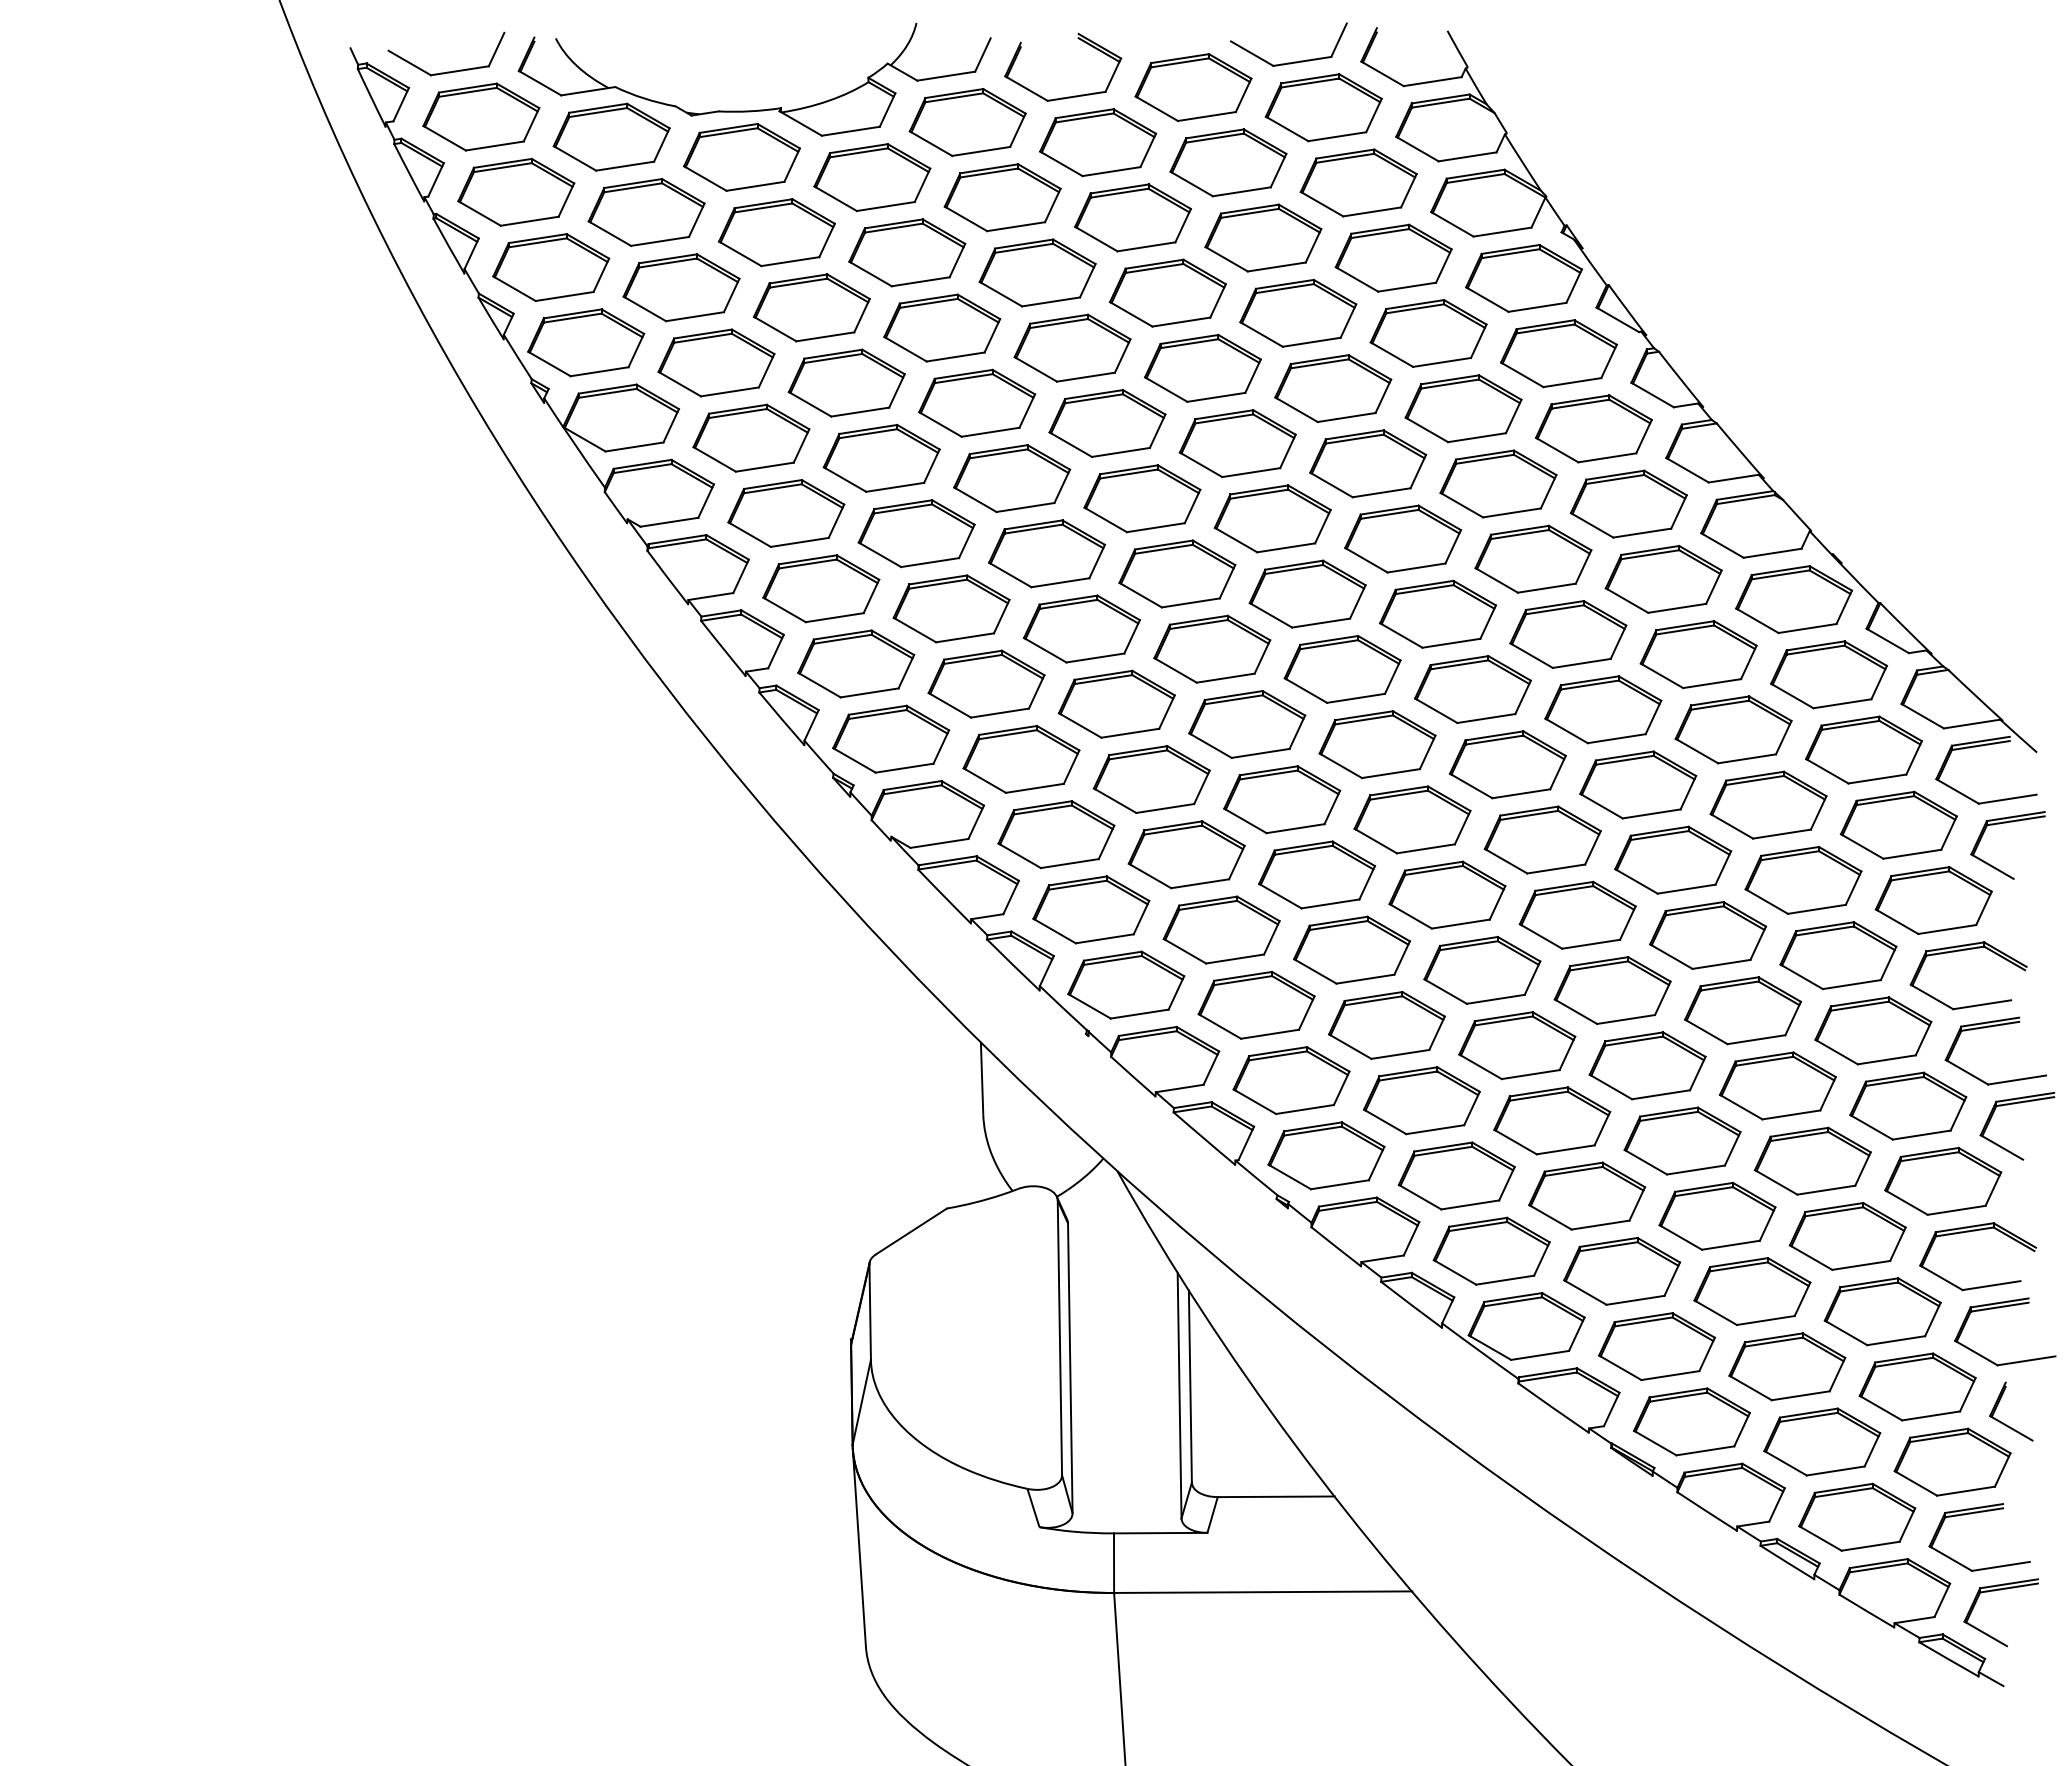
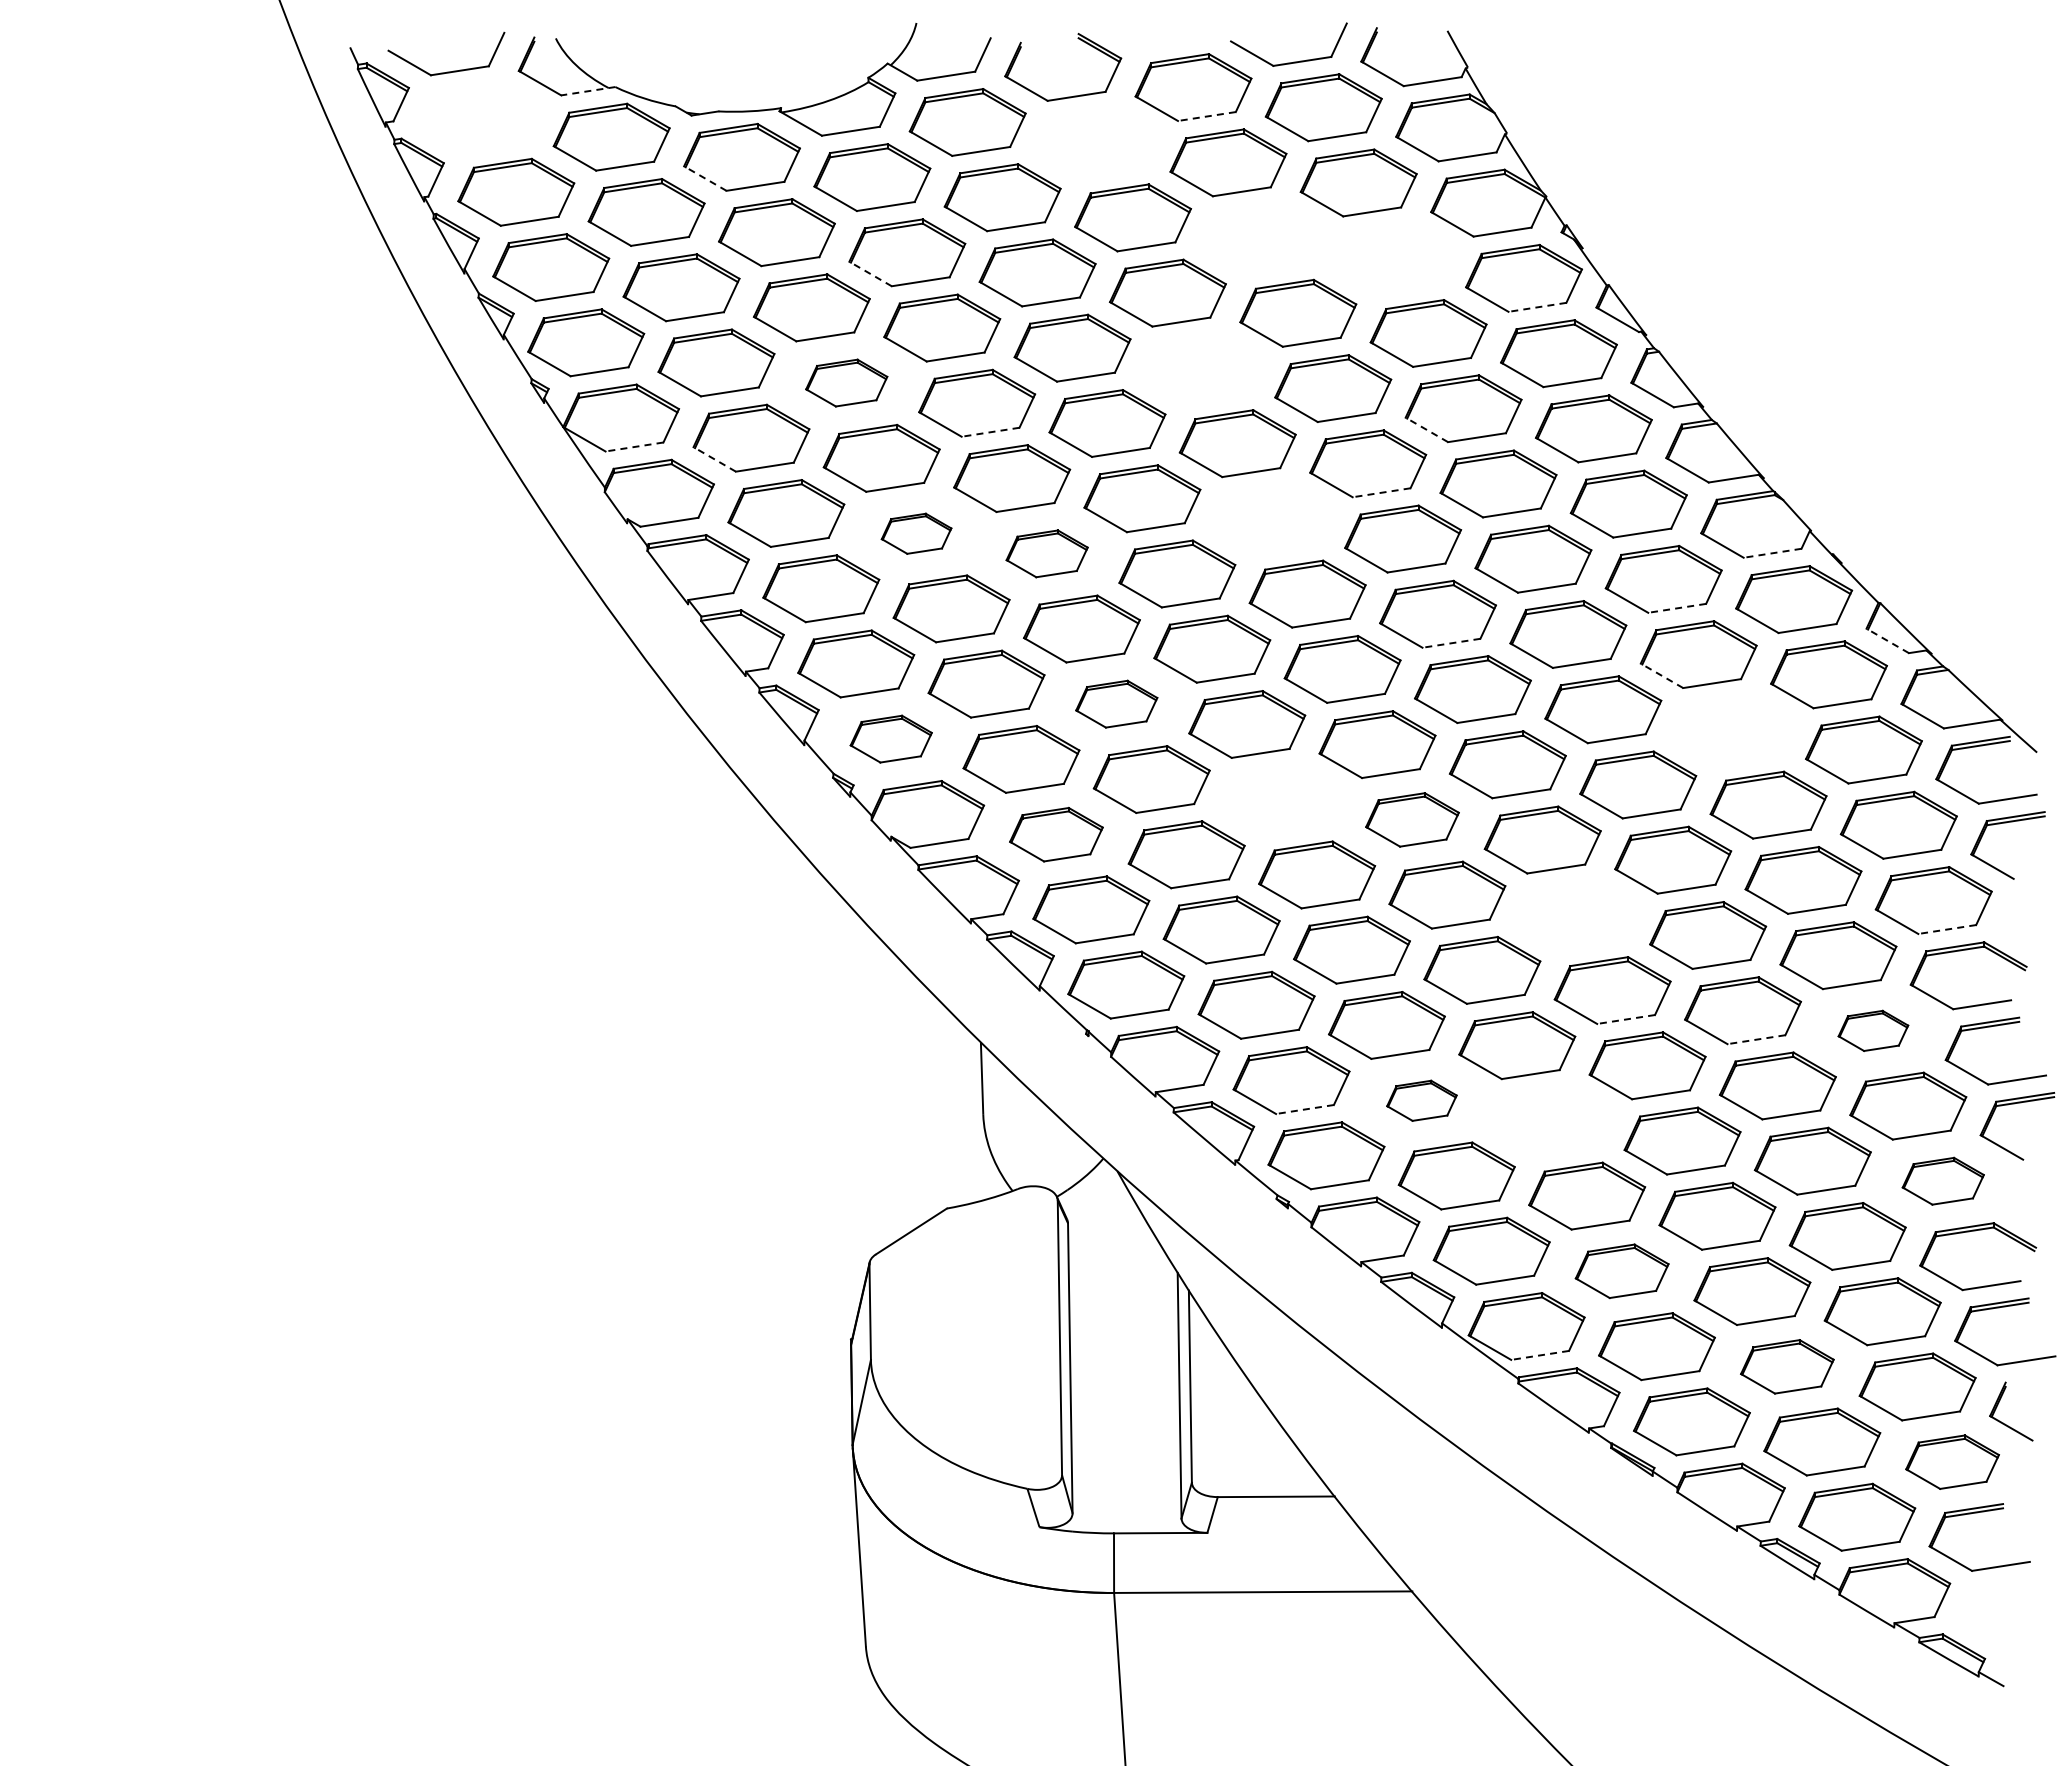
line at (587, 91): solid -> dashed
part at (481, 116): present -> none
line at (1206, 116): solid -> dashed
part at (1098, 142): present -> none
line at (704, 178): solid -> dashed
part at (1263, 237): present -> none
part at (1393, 257): present -> none
line at (870, 273): solid -> dashed
line at (1536, 307): solid -> dashed
part at (1202, 367): present -> none
part at (846, 382) size: 119x70 px -> 84x50 px
line at (1426, 429): solid -> dashed
line at (990, 432): solid -> dashed
line at (634, 447): solid -> dashed
line at (714, 459): solid -> dashed
line at (1381, 492): solid -> dashed
part at (1272, 518): present -> none
part at (916, 533) size: 119x70 px -> 73x43 px
part at (1047, 553) size: 119x70 px -> 84x50 px
line at (1772, 553): solid -> dashed
line at (1676, 608): solid -> dashed
line at (1887, 640): solid -> dashed
line at (1450, 643): solid -> dashed
line at (1661, 675): solid -> dashed
part at (1116, 703) size: 119x70 px -> 84x50 px
part at (1733, 729): present -> none
part at (891, 738) size: 119x70 px -> 84x50 px
part at (1282, 799): present -> none
part at (1412, 819) size: 119x70 px -> 95x56 px
part at (1056, 834) size: 119x70 px -> 95x57 px
part at (1577, 914): present -> none
line at (1946, 929): solid -> dashed
line at (1625, 1019): solid -> dashed
part at (1873, 1030) size: 119x70 px -> 73x43 px
line at (1755, 1039): solid -> dashed
part at (1421, 1100) size: 118x70 px -> 72x43 px
line at (1304, 1109): solid -> dashed
part at (1552, 1120): present -> none
part at (1943, 1180) size: 119x70 px -> 84x50 px
part at (1622, 1270) size: 119x70 px -> 96x57 px
line at (1539, 1355): solid -> dashed
part at (1787, 1366) size: 119x70 px -> 95x56 px
part at (1952, 1461) size: 119x70 px -> 95x56 px
part at (1994, 1591): present -> none
